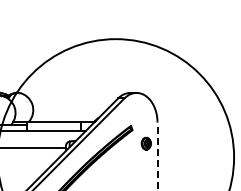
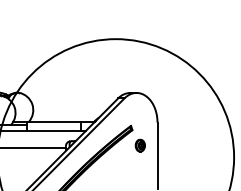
part at (145, 143) position: (145, 143) -> (139, 145)
line at (157, 155): dashed -> solid
